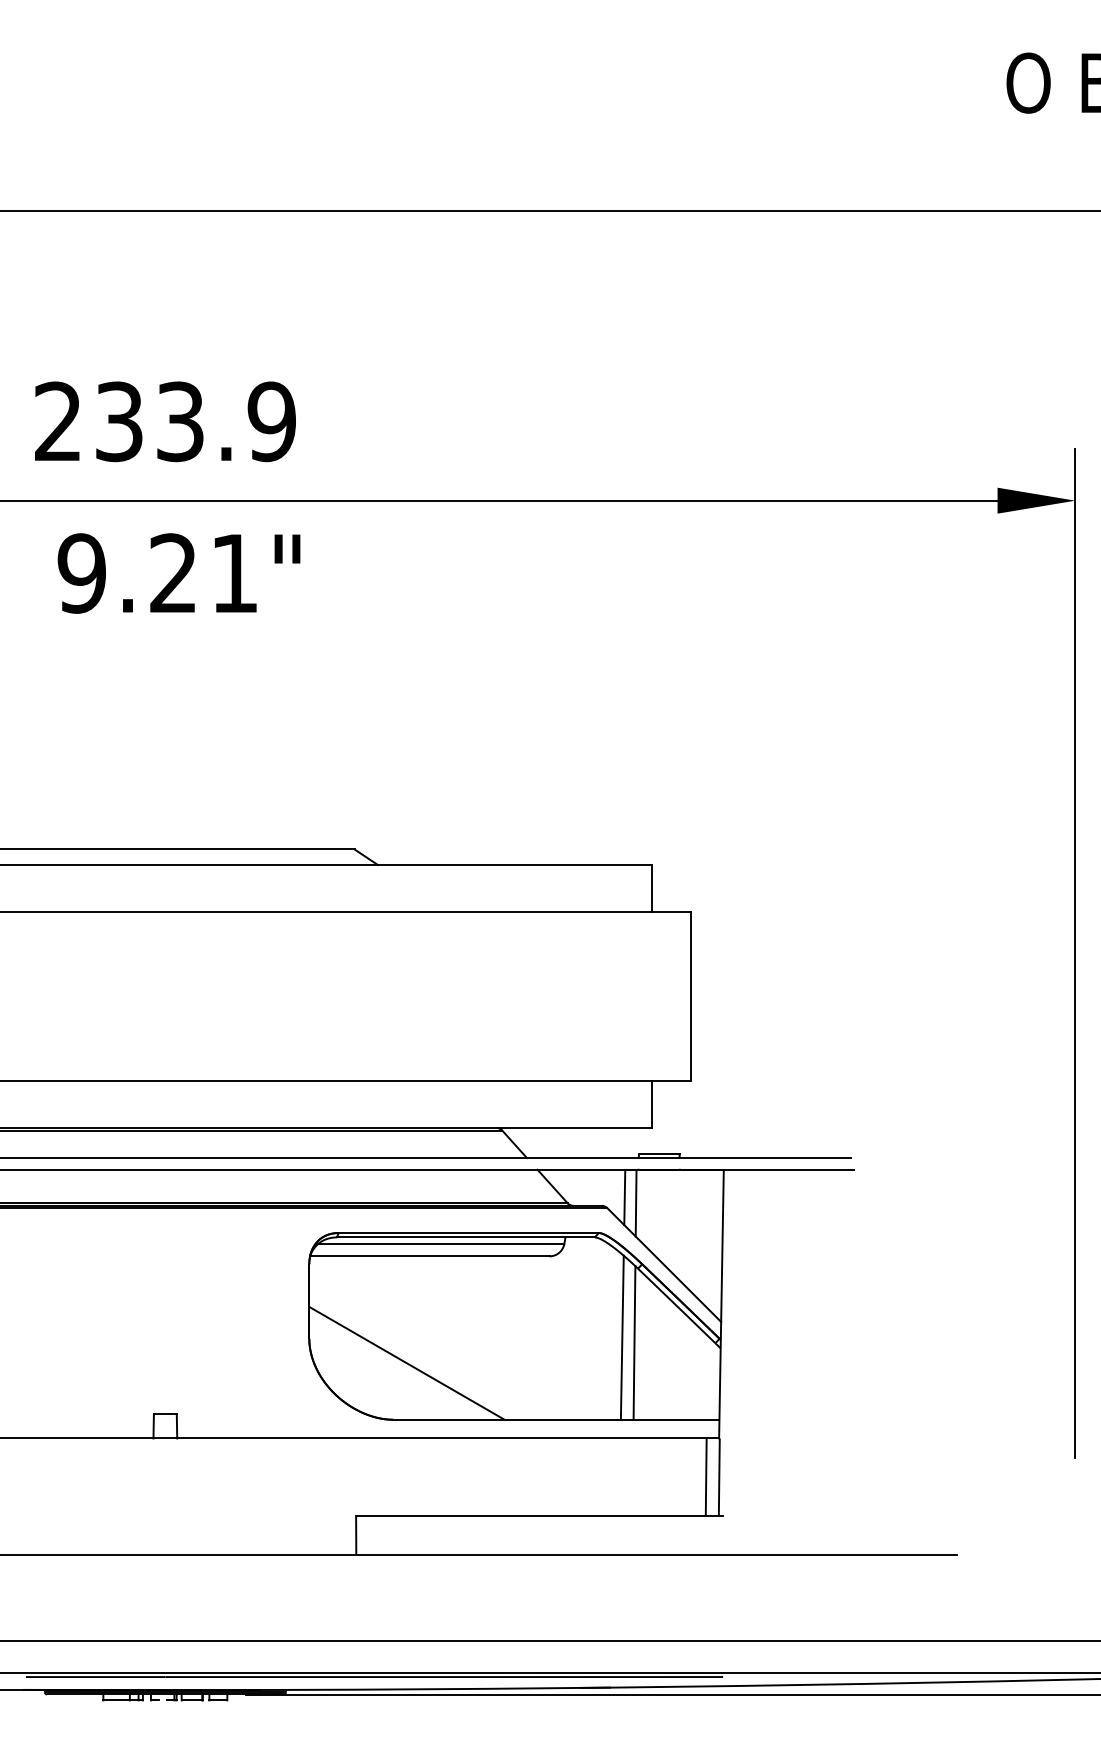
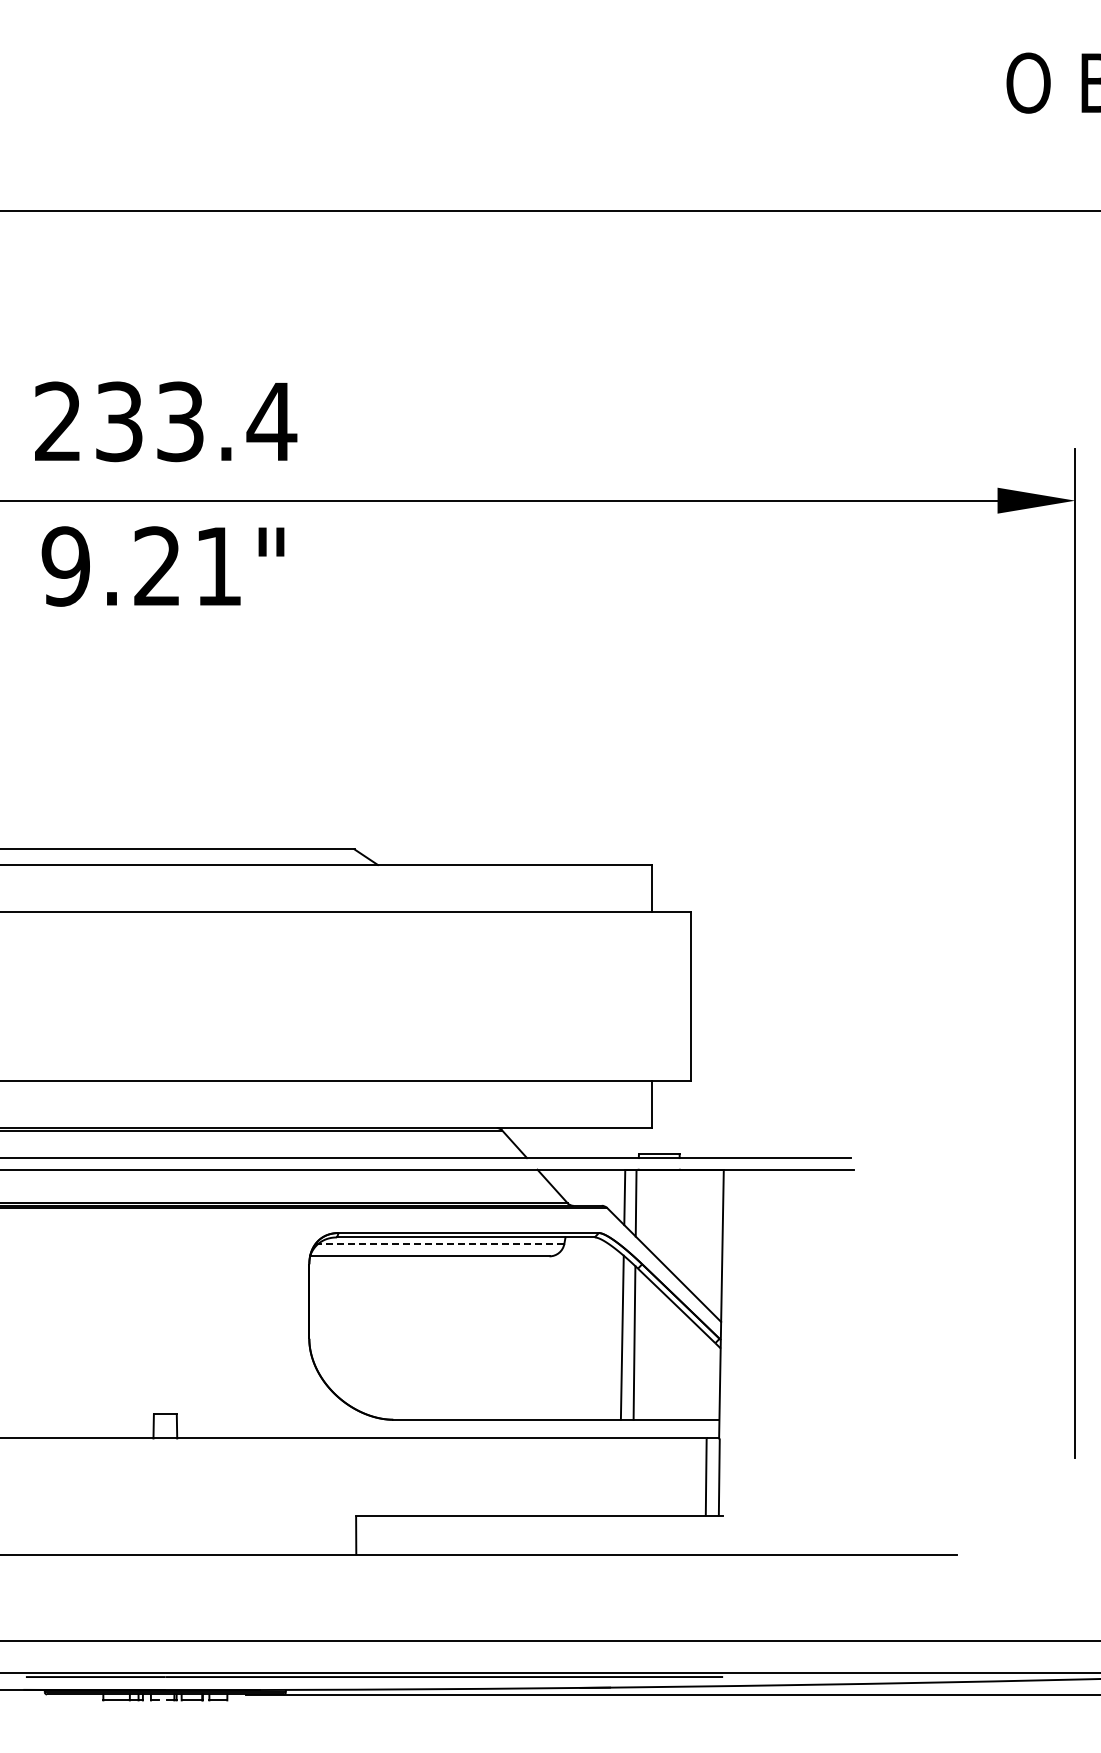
text at (271, 421): 233.9 -> 233.4
text at (178, 573) position: (178, 573) -> (162, 566)
line at (439, 1243): solid -> dashed
line at (406, 1362): present -> none
